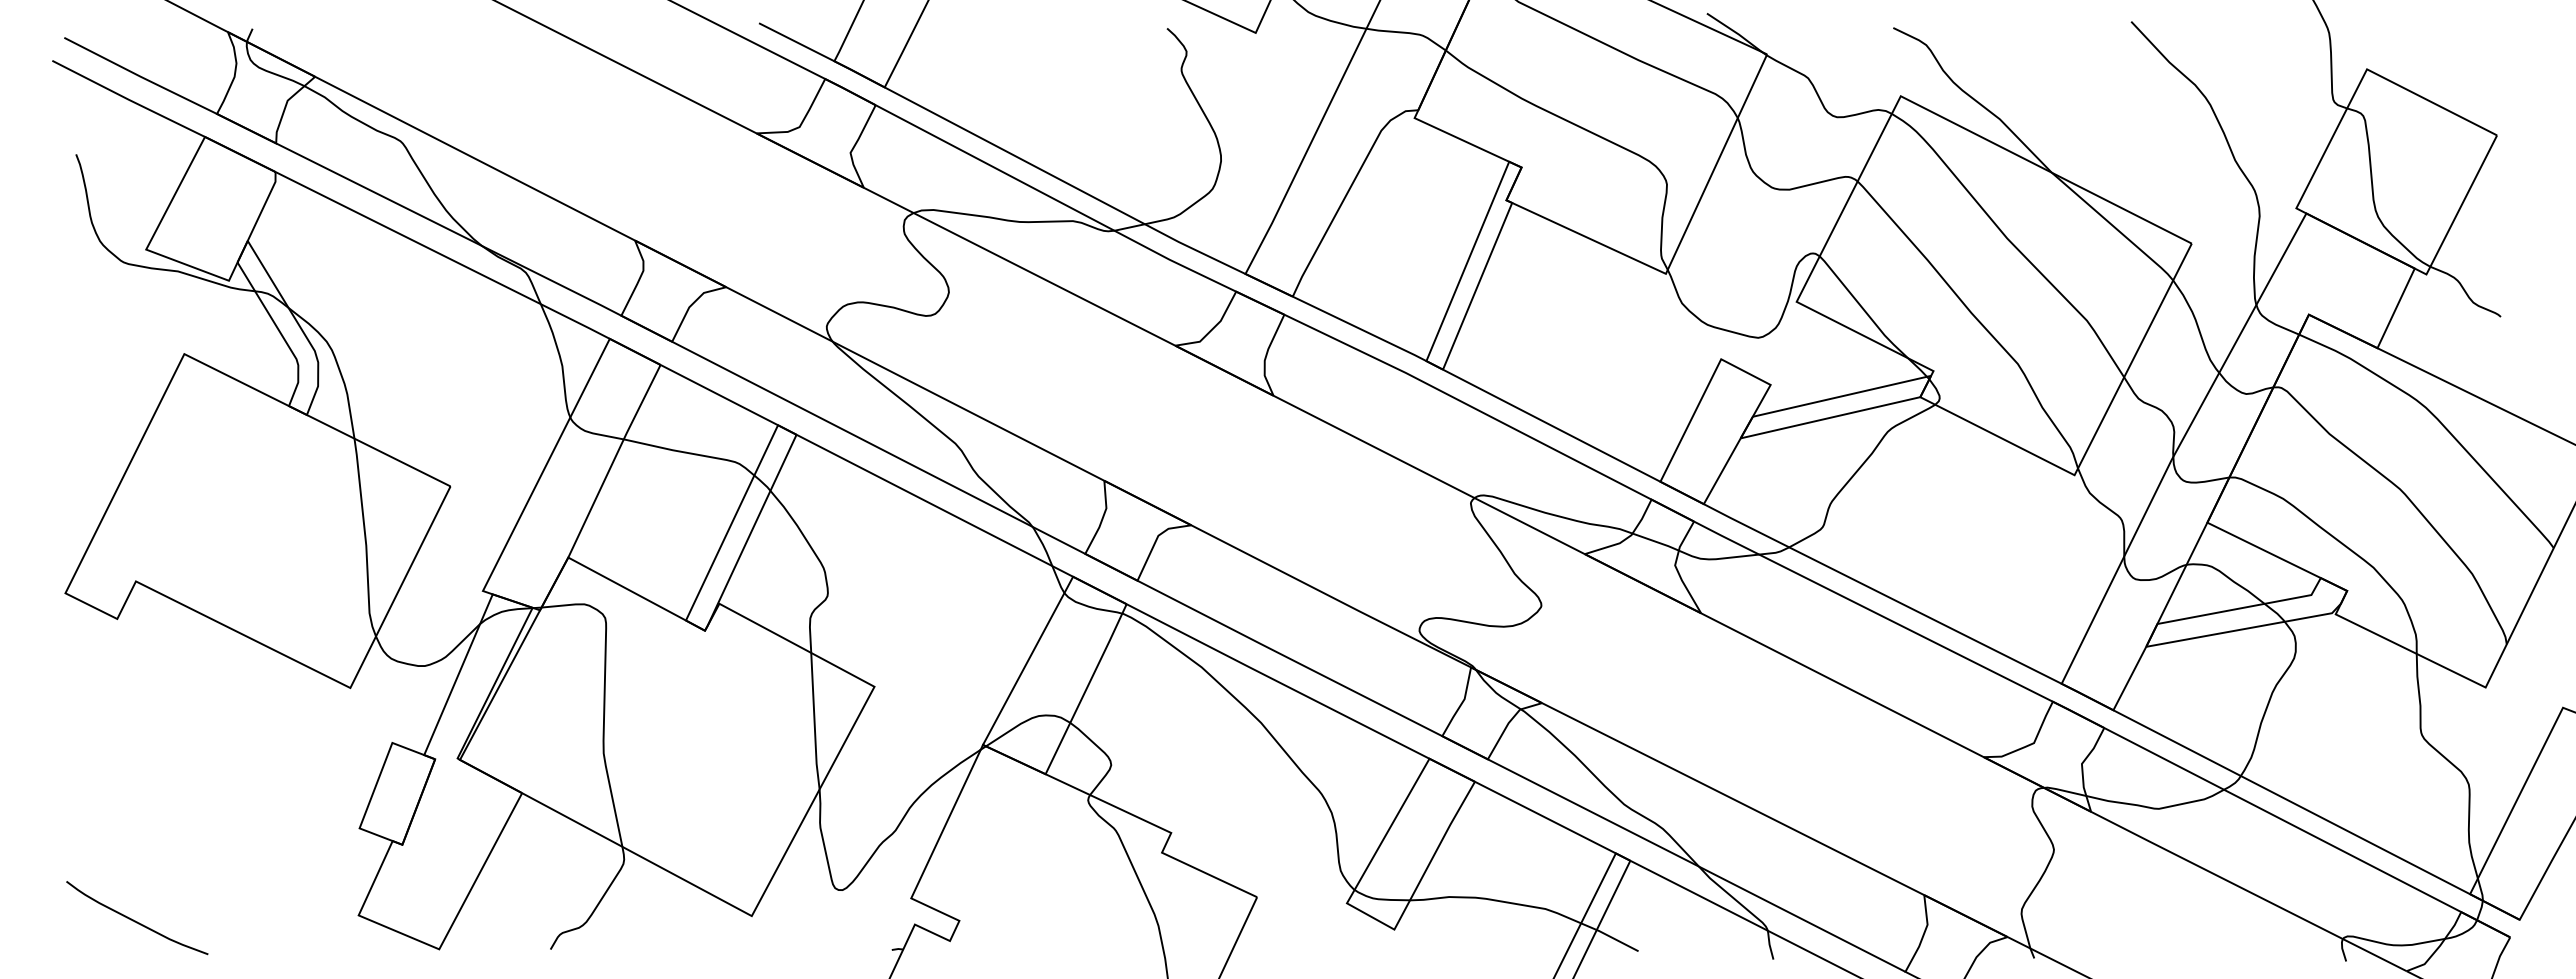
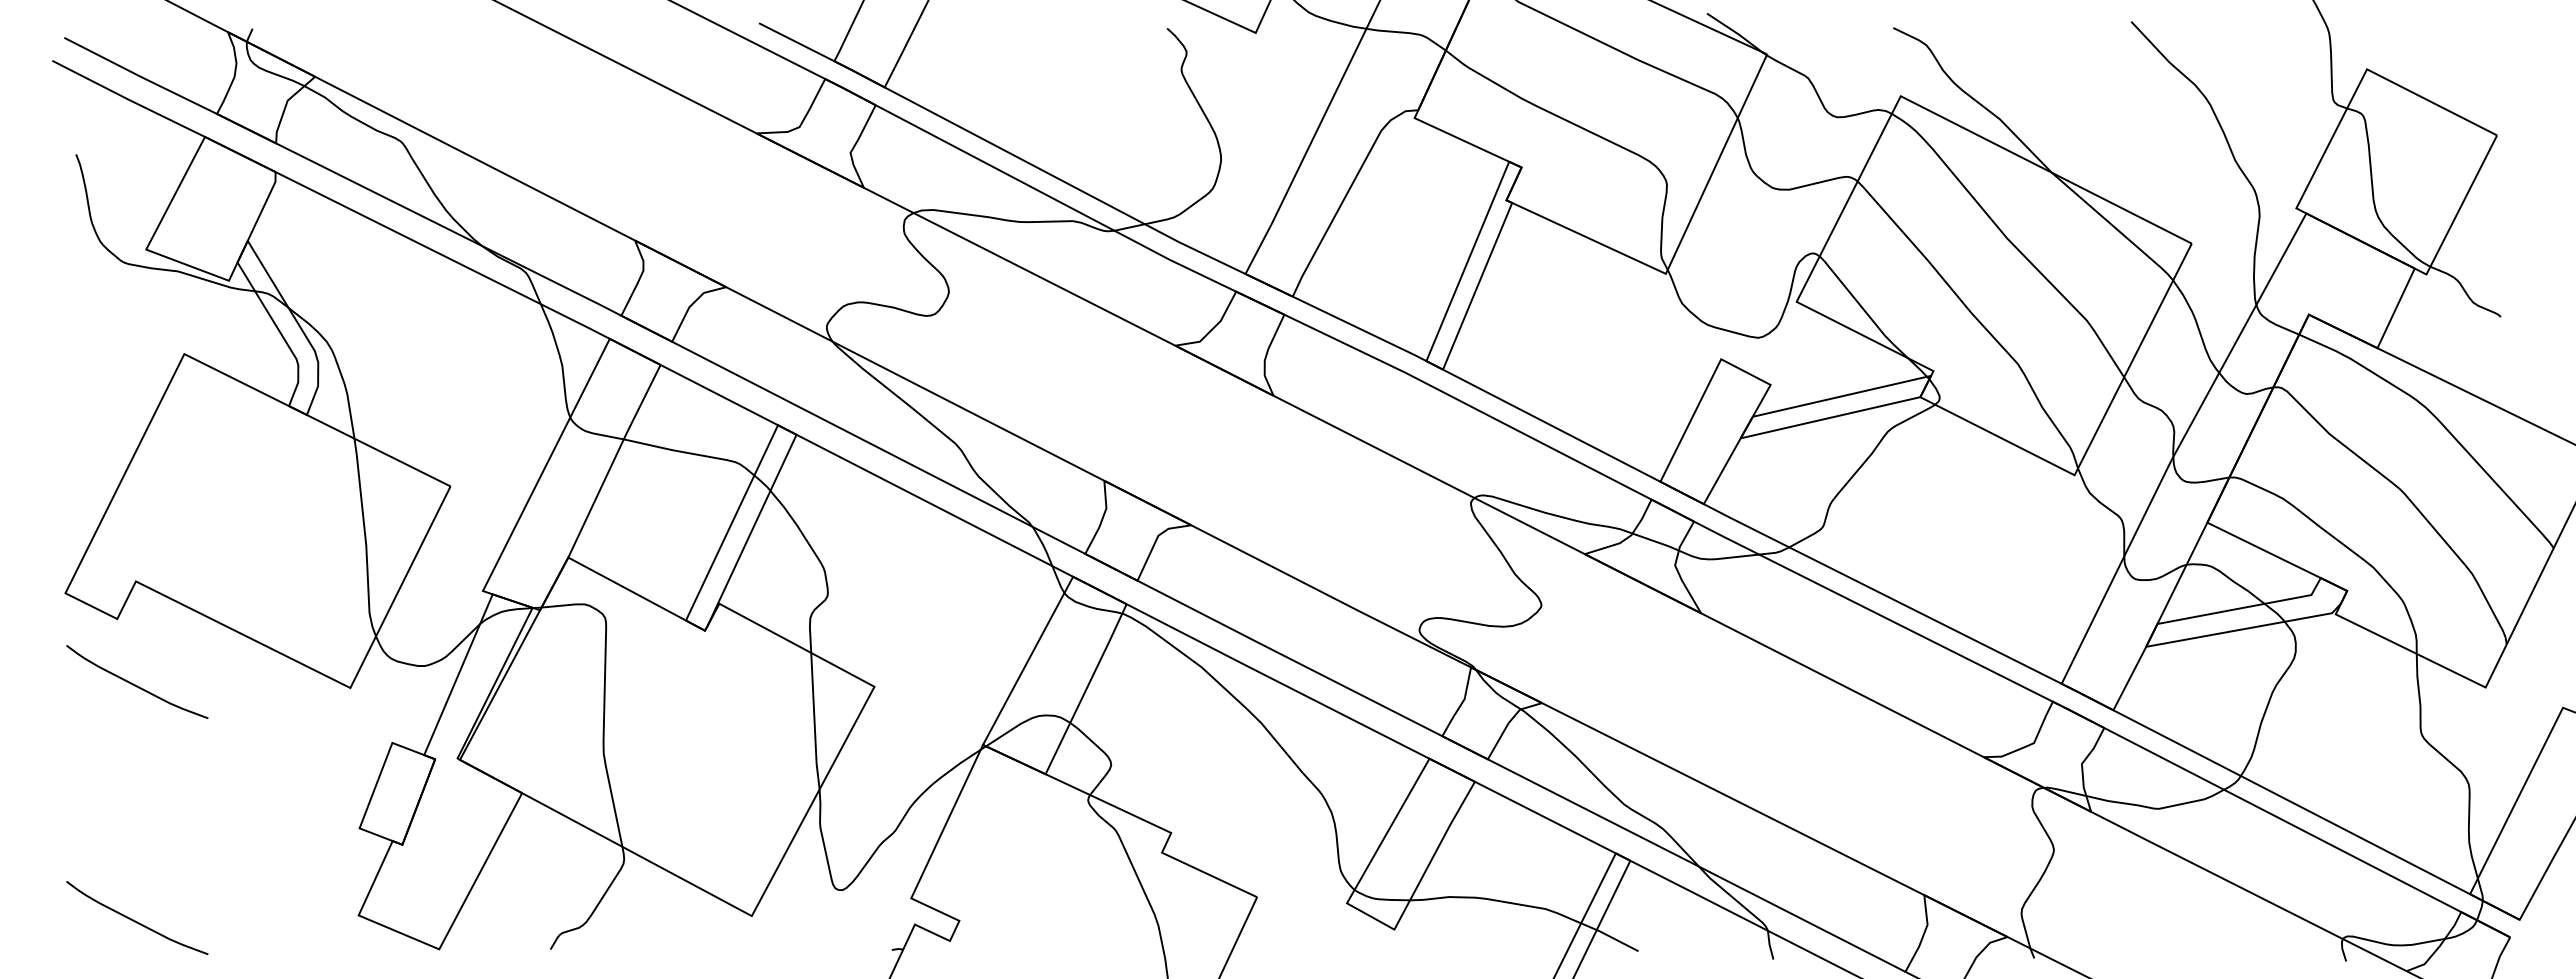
curve at (135, 684): none -> present
